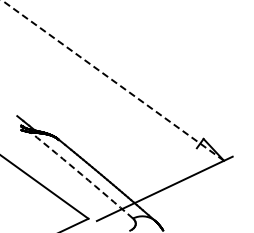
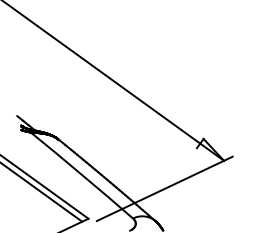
line at (113, 80): dashed -> solid
arc at (82, 175): dashed -> solid
line at (42, 192): none -> present
